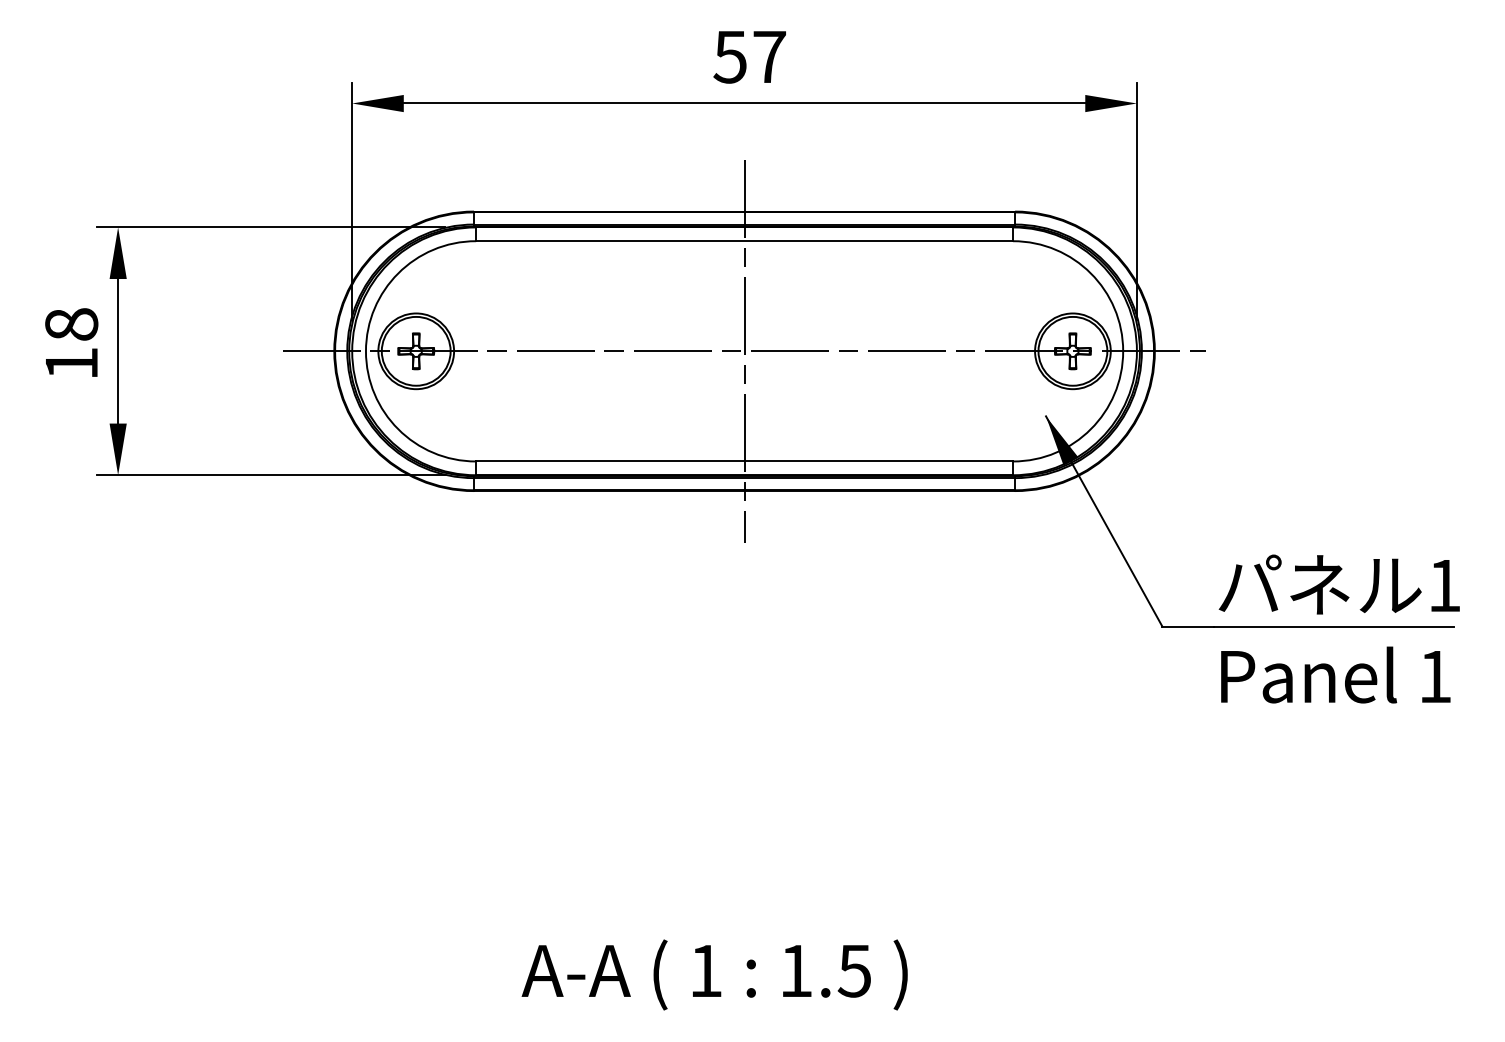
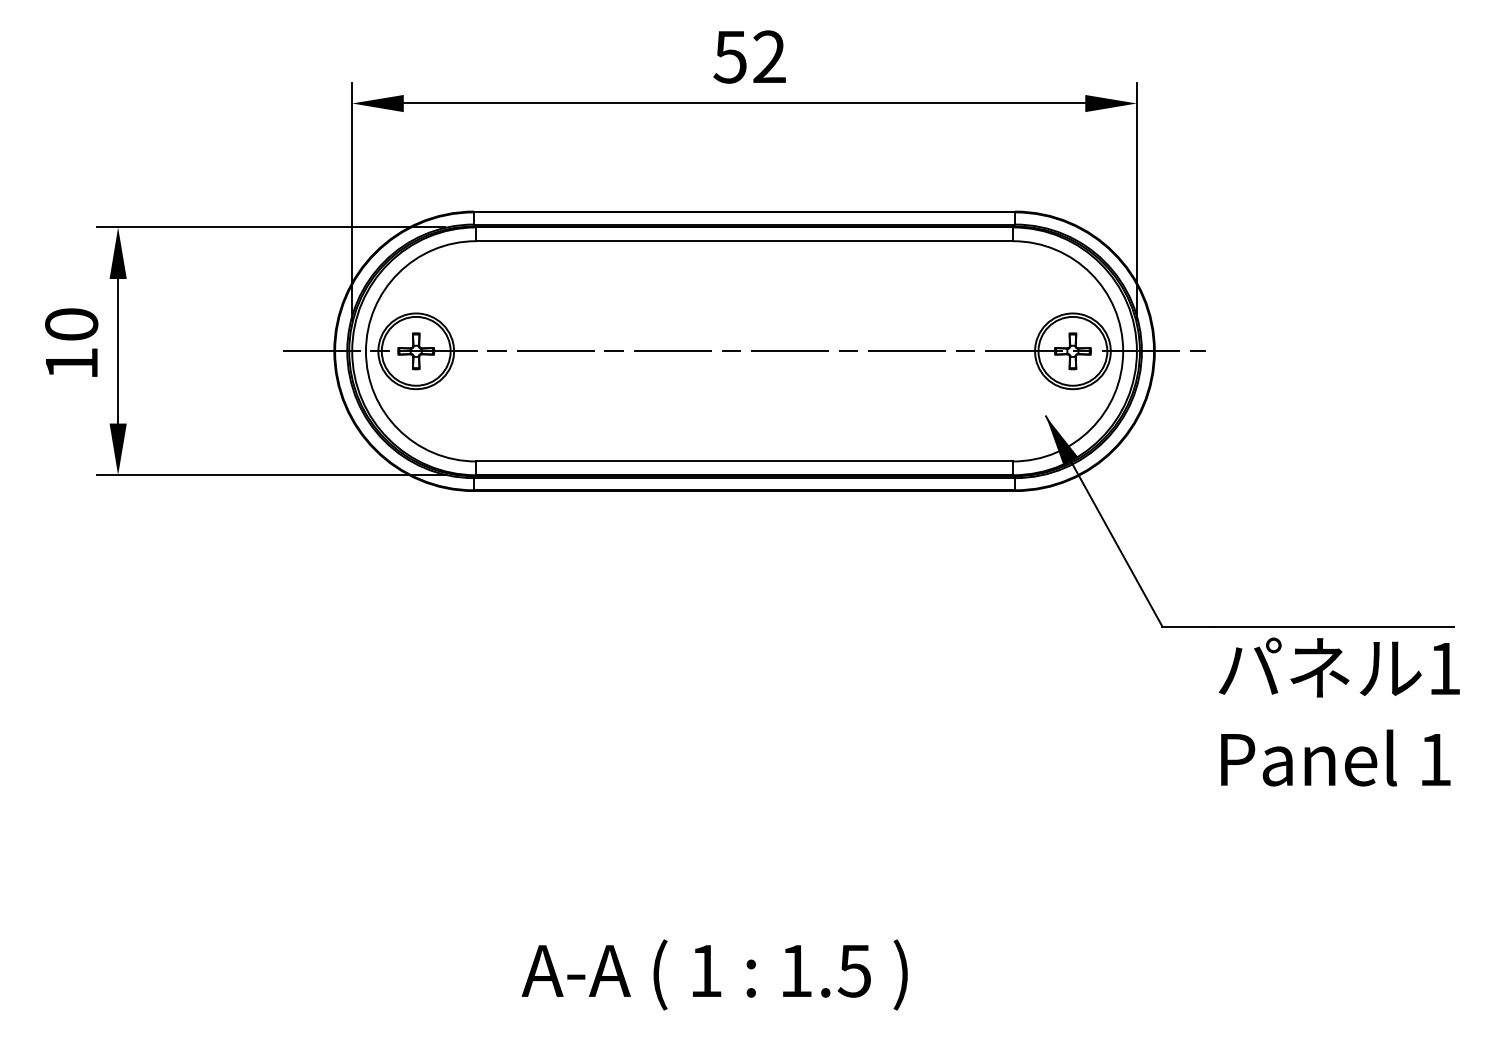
text at (769, 56): 57 -> 52
text at (71, 324): 18 -> 10
line at (744, 350): present -> none
text at (1338, 628) position: (1338, 628) -> (1338, 711)
